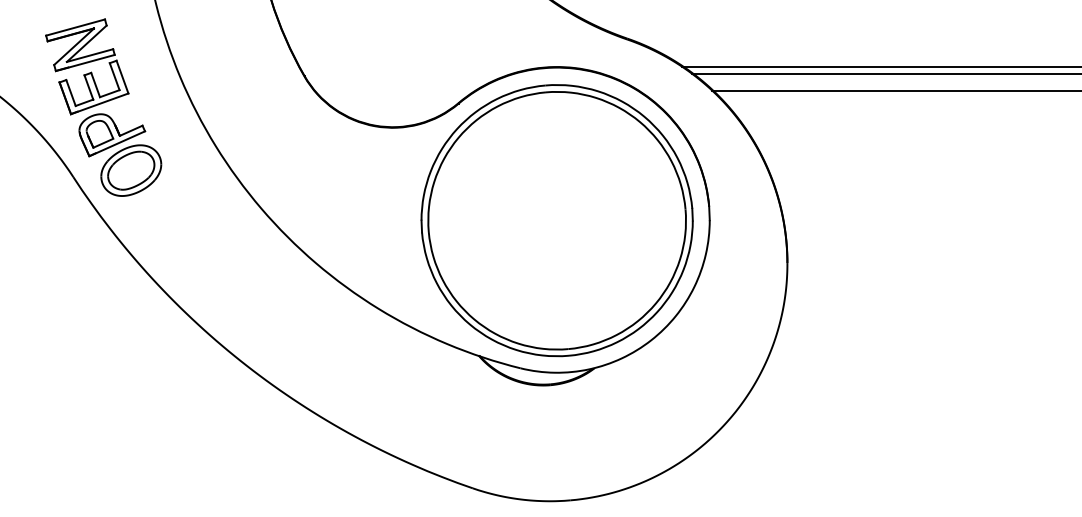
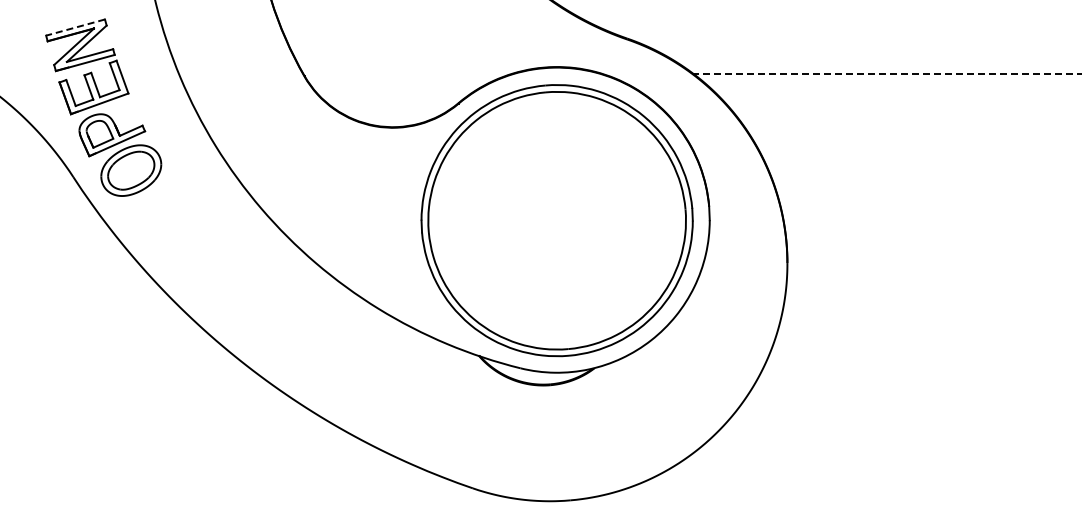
line at (75, 27): solid -> dashed
line at (880, 67): present -> none
line at (886, 73): solid -> dashed
line at (895, 90): present -> none
